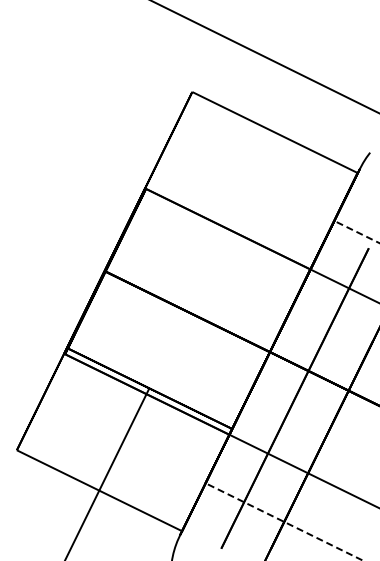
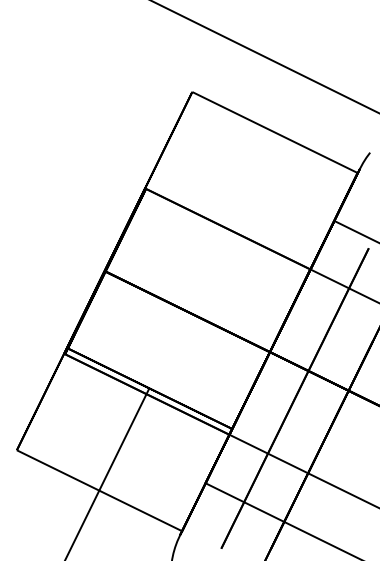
line at (356, 232): dashed -> solid
line at (284, 522): dashed -> solid
